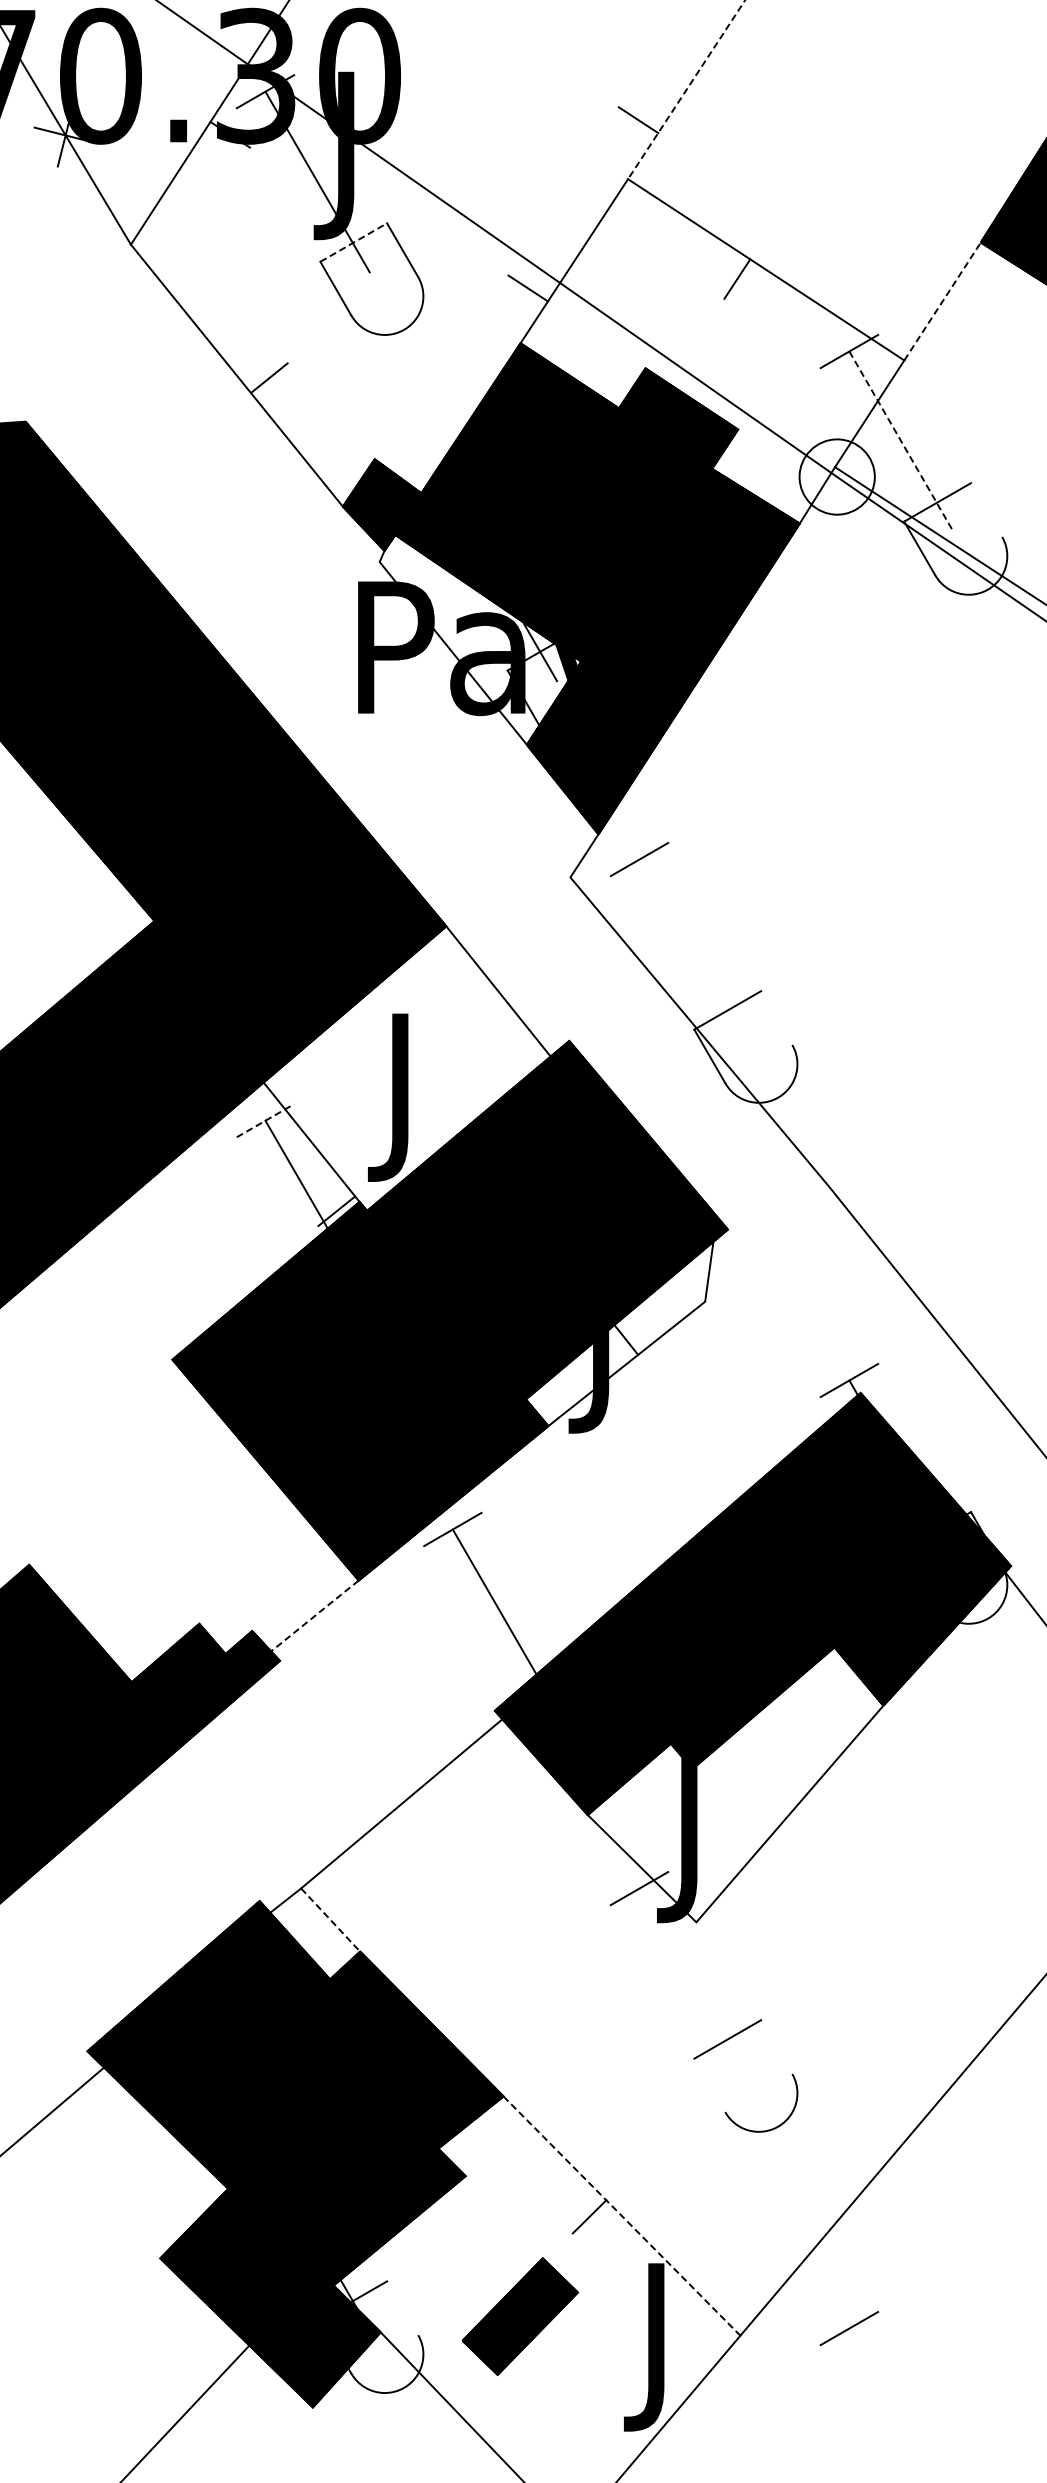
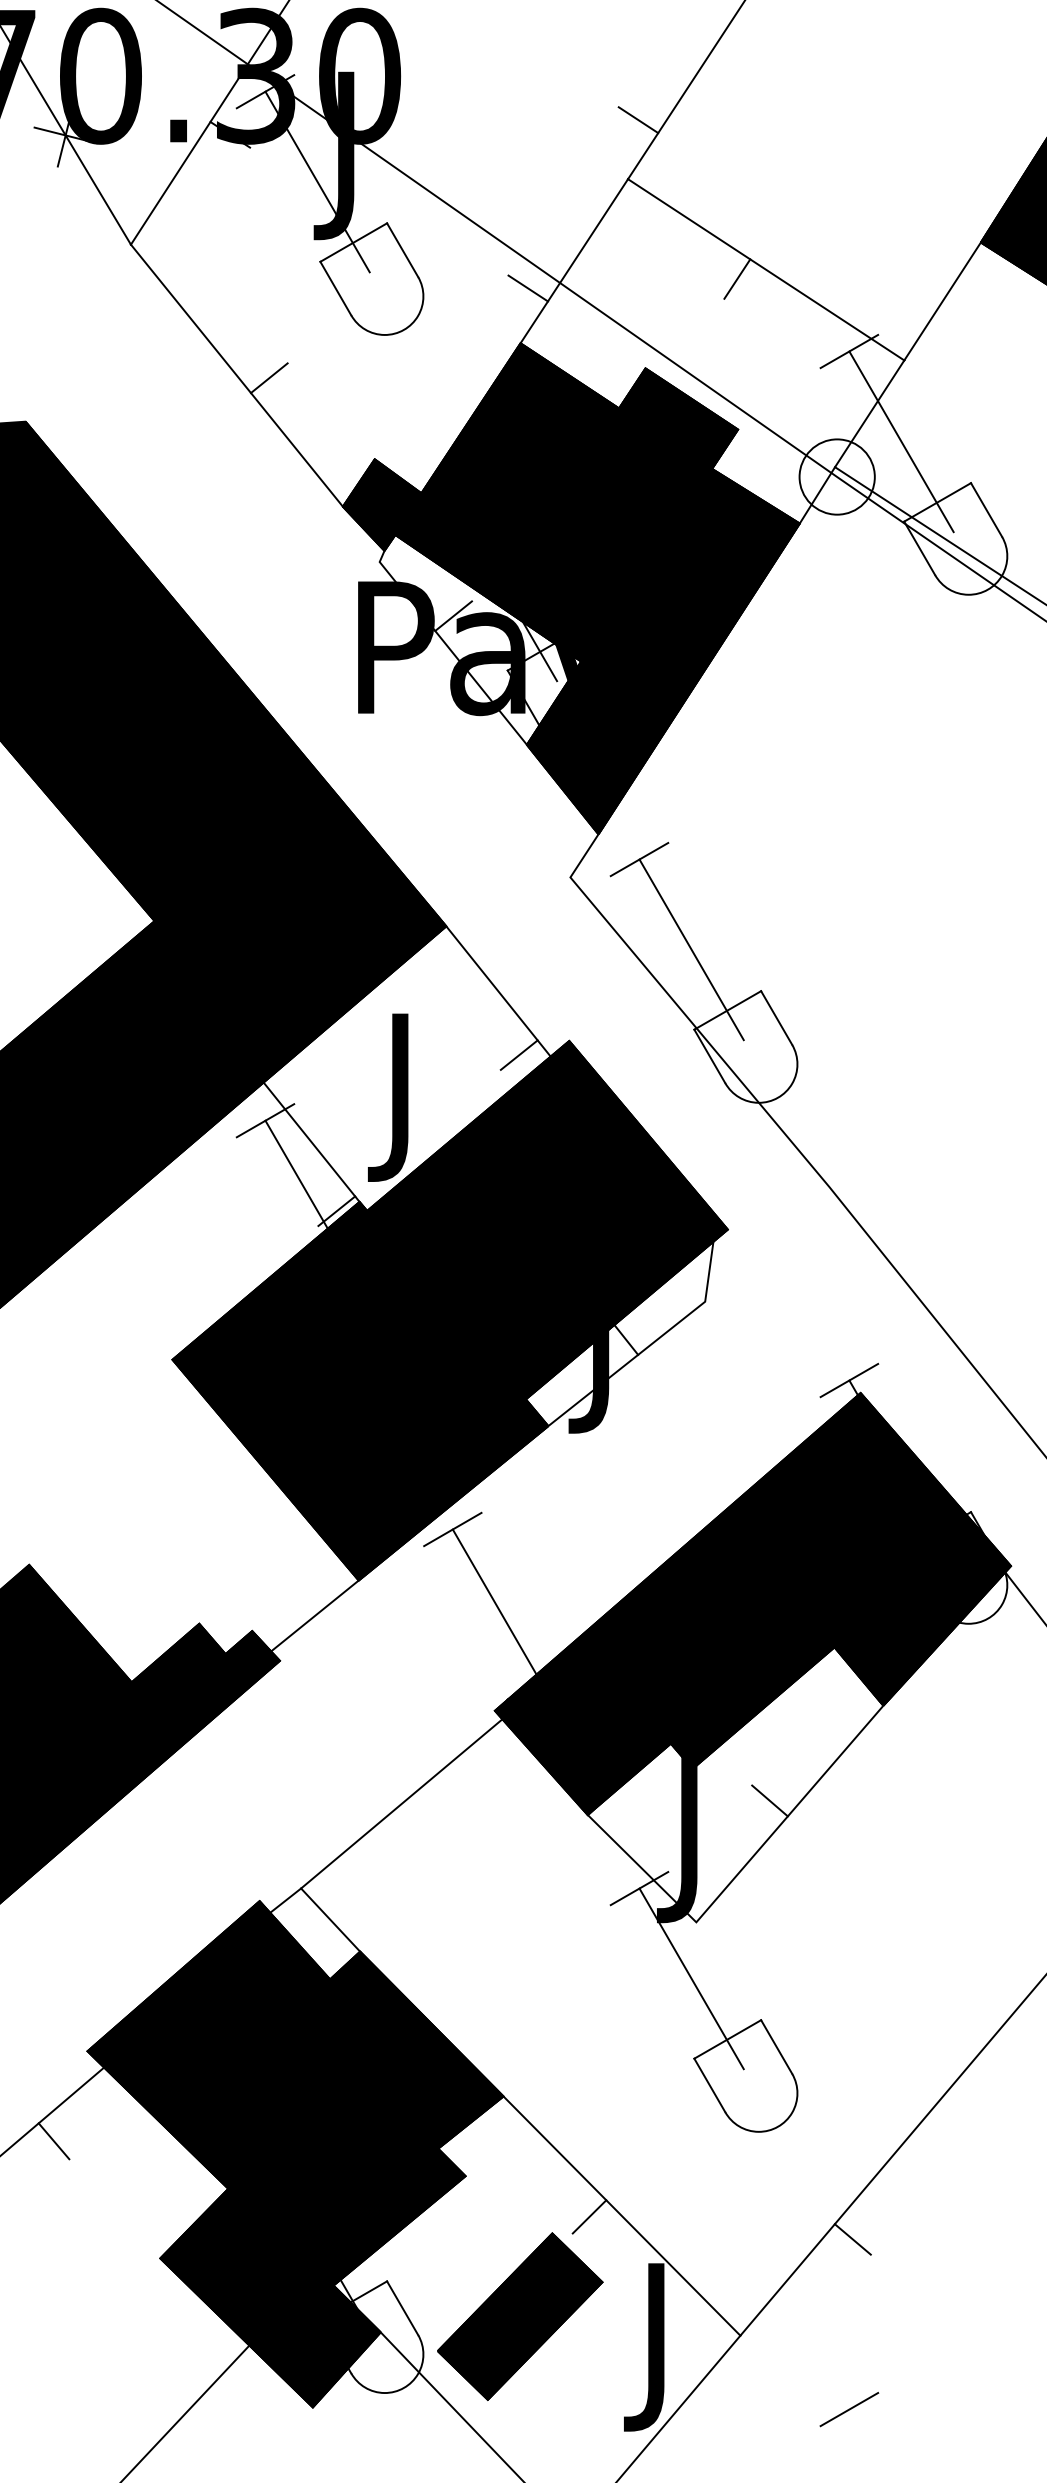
line at (686, 89): dashed -> solid
line at (354, 242): dashed -> solid
line at (942, 301): dashed -> solid
line at (901, 442): dashed -> solid
line at (986, 509): none -> present
line at (453, 615): none -> present
line at (691, 949): none -> present
line at (776, 1017): none -> present
line at (518, 1054): none -> present
line at (265, 1120): dashed -> solid
line at (314, 1616): dashed -> solid
line at (769, 1800): none -> present
line at (330, 1920): dashed -> solid
line at (691, 1978): none -> present
line at (776, 2046): none -> present
line at (709, 2085): none -> present
line at (53, 2141): none -> present
line at (622, 2216): dashed -> solid
line at (852, 2239): none -> present
line at (402, 2308): none -> present
part at (520, 2316) size: 117x119 px -> 167x169 px
line at (849, 2328) position: (849, 2328) -> (849, 2409)
